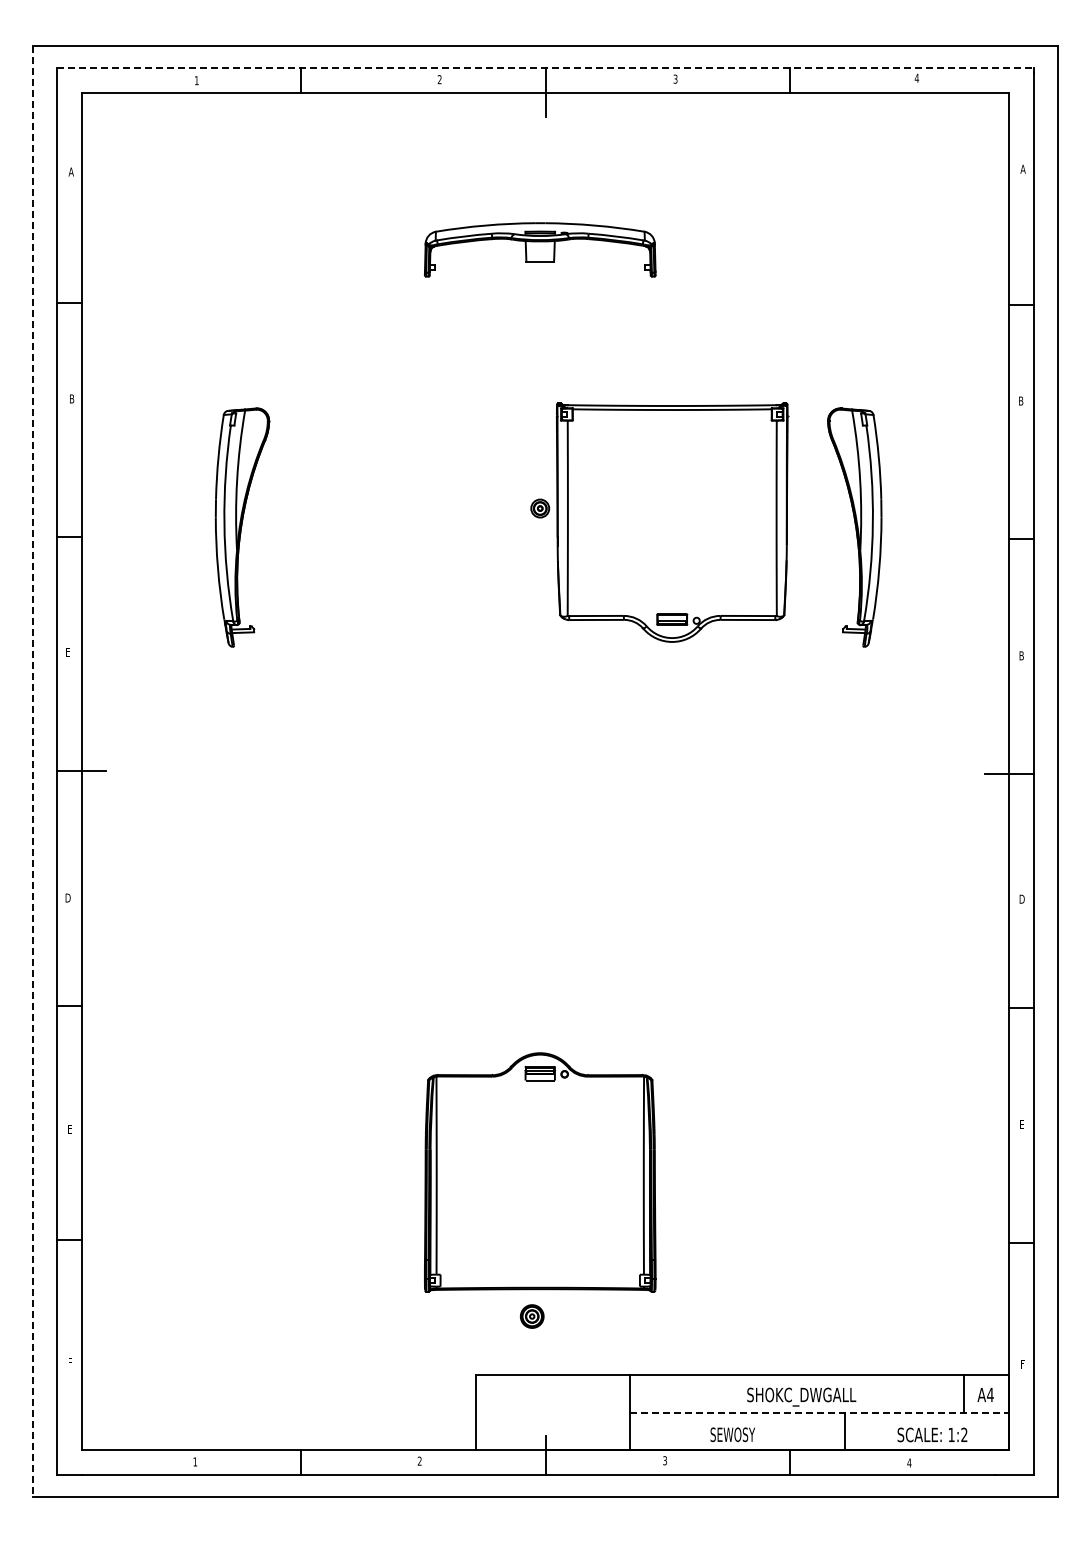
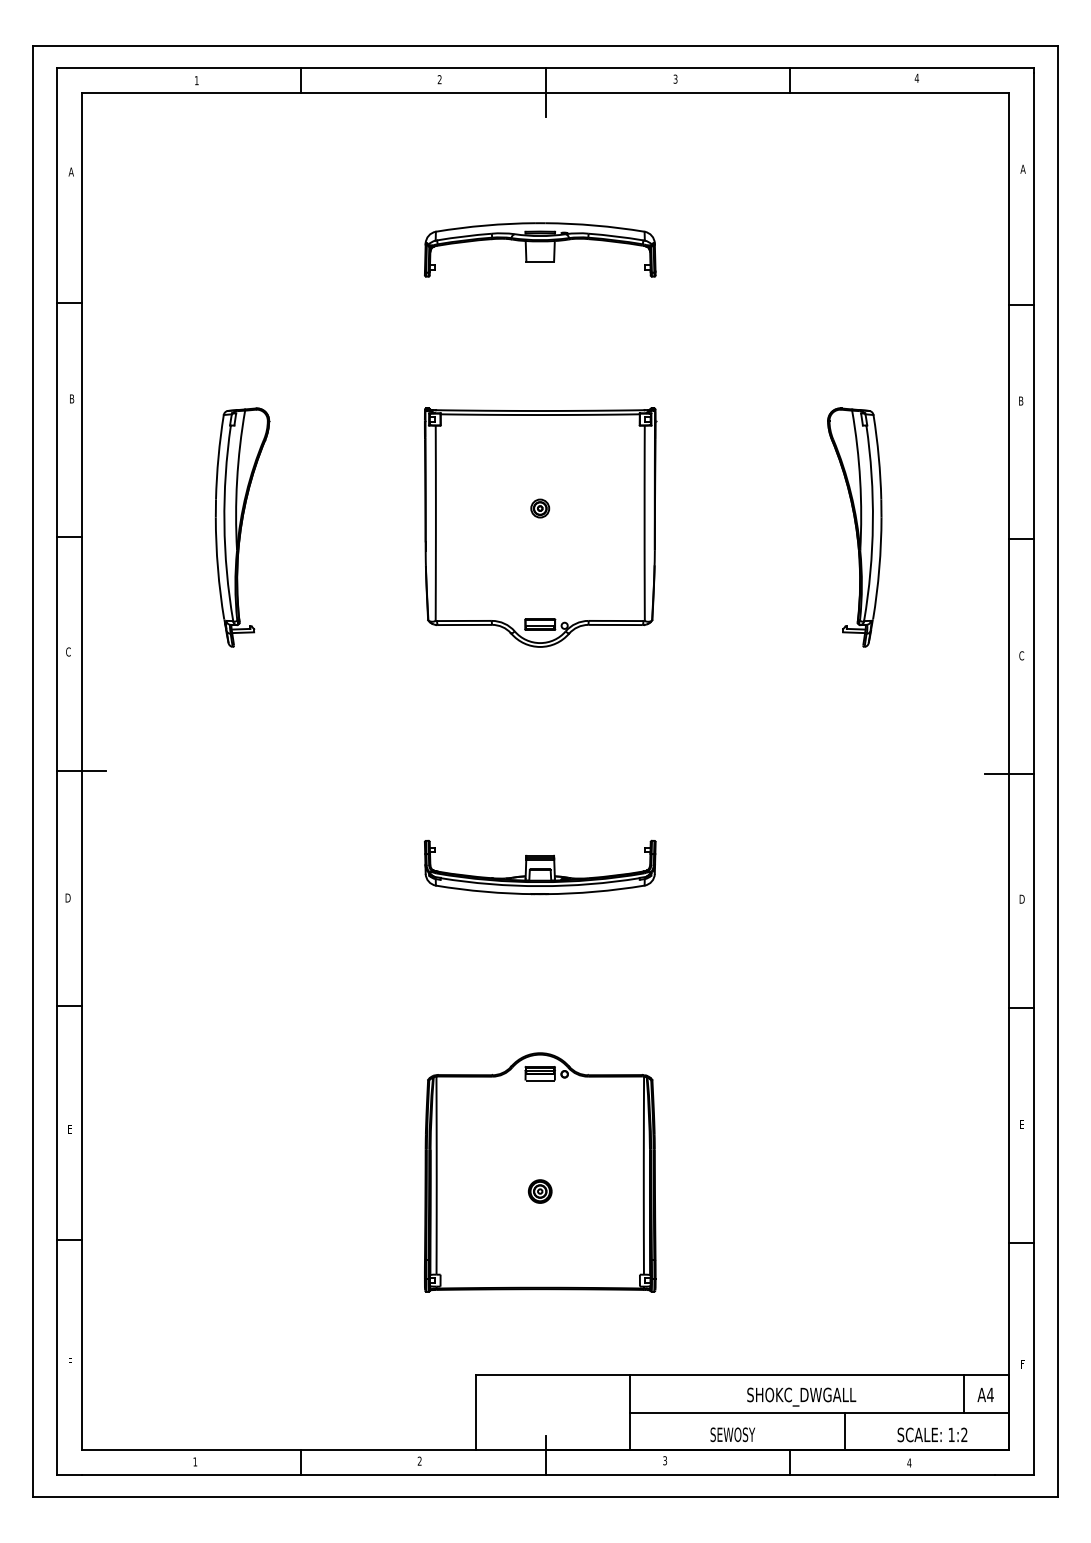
line at (546, 68): dashed -> solid
part at (672, 522) position: (672, 522) -> (540, 527)
text at (68, 651): E -> C
text at (1021, 655): B -> C
line at (32, 772): dashed -> solid
part at (540, 867): none -> present
part at (531, 1316) position: (531, 1316) -> (539, 1191)
line at (819, 1412): dashed -> solid
